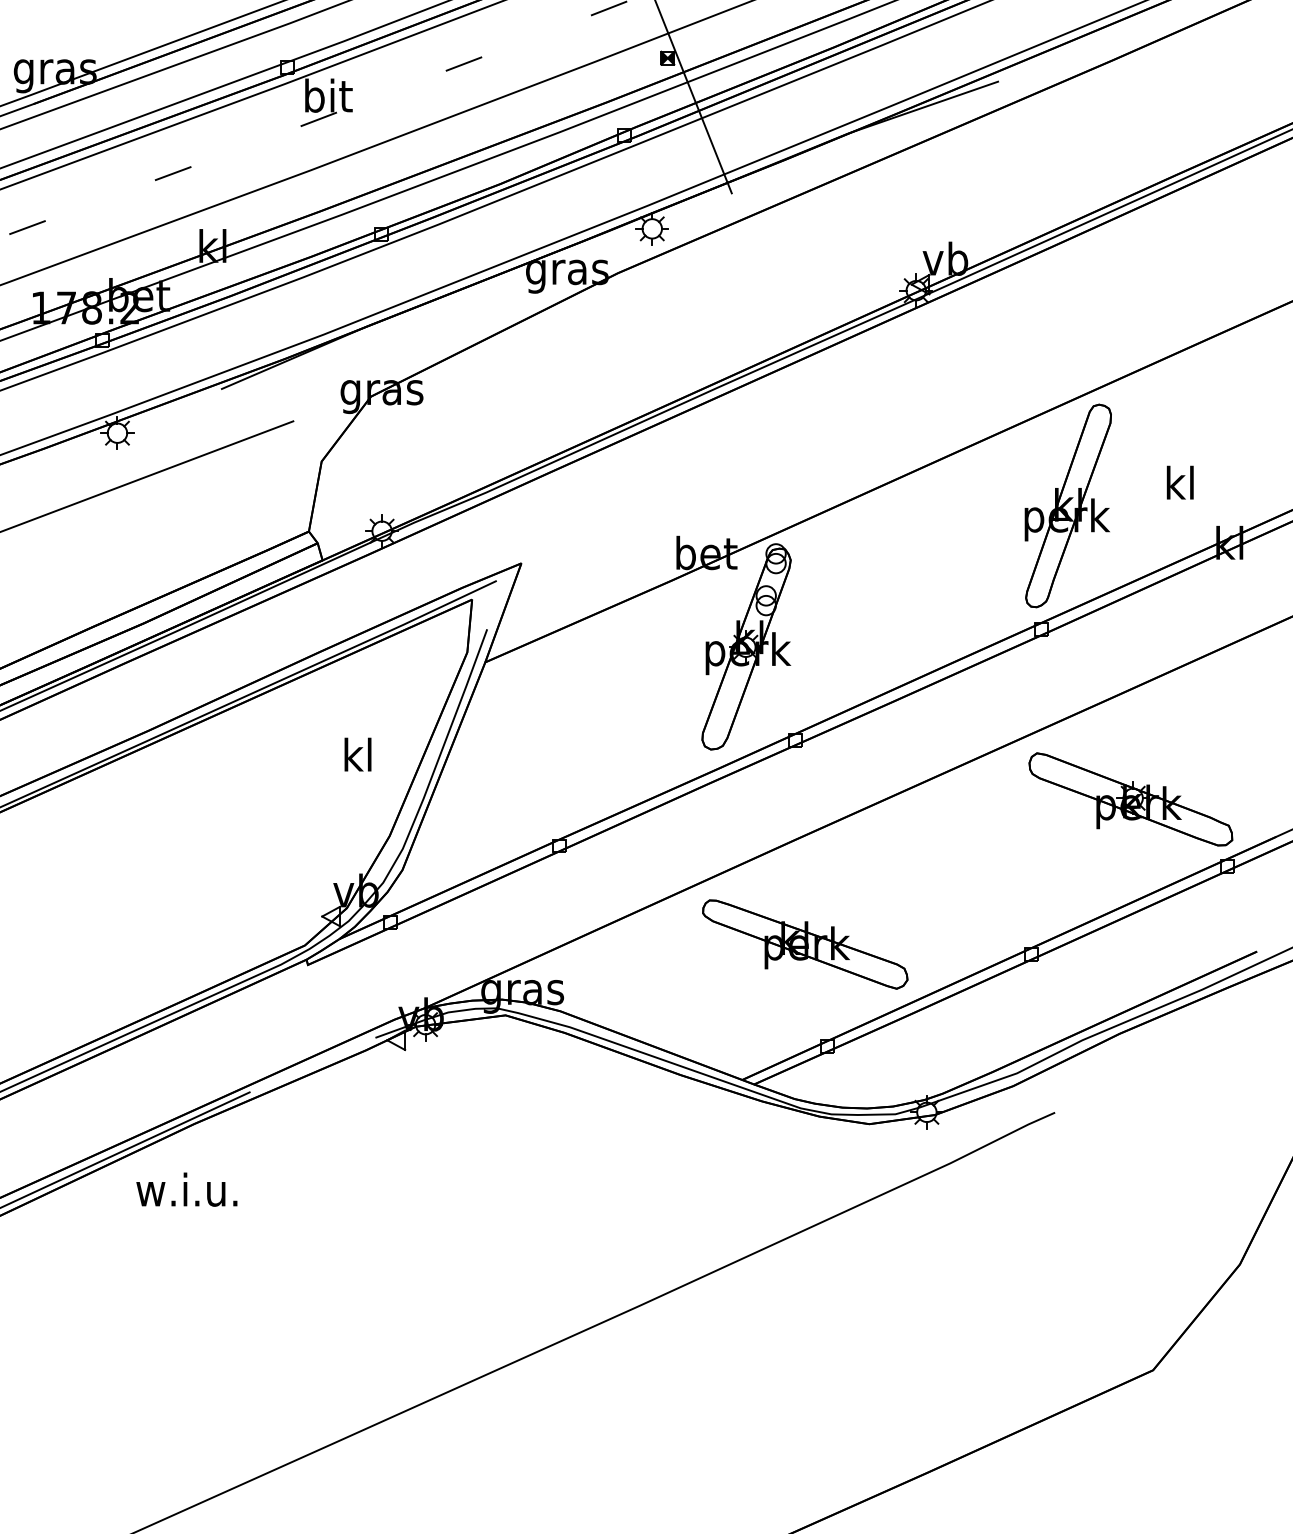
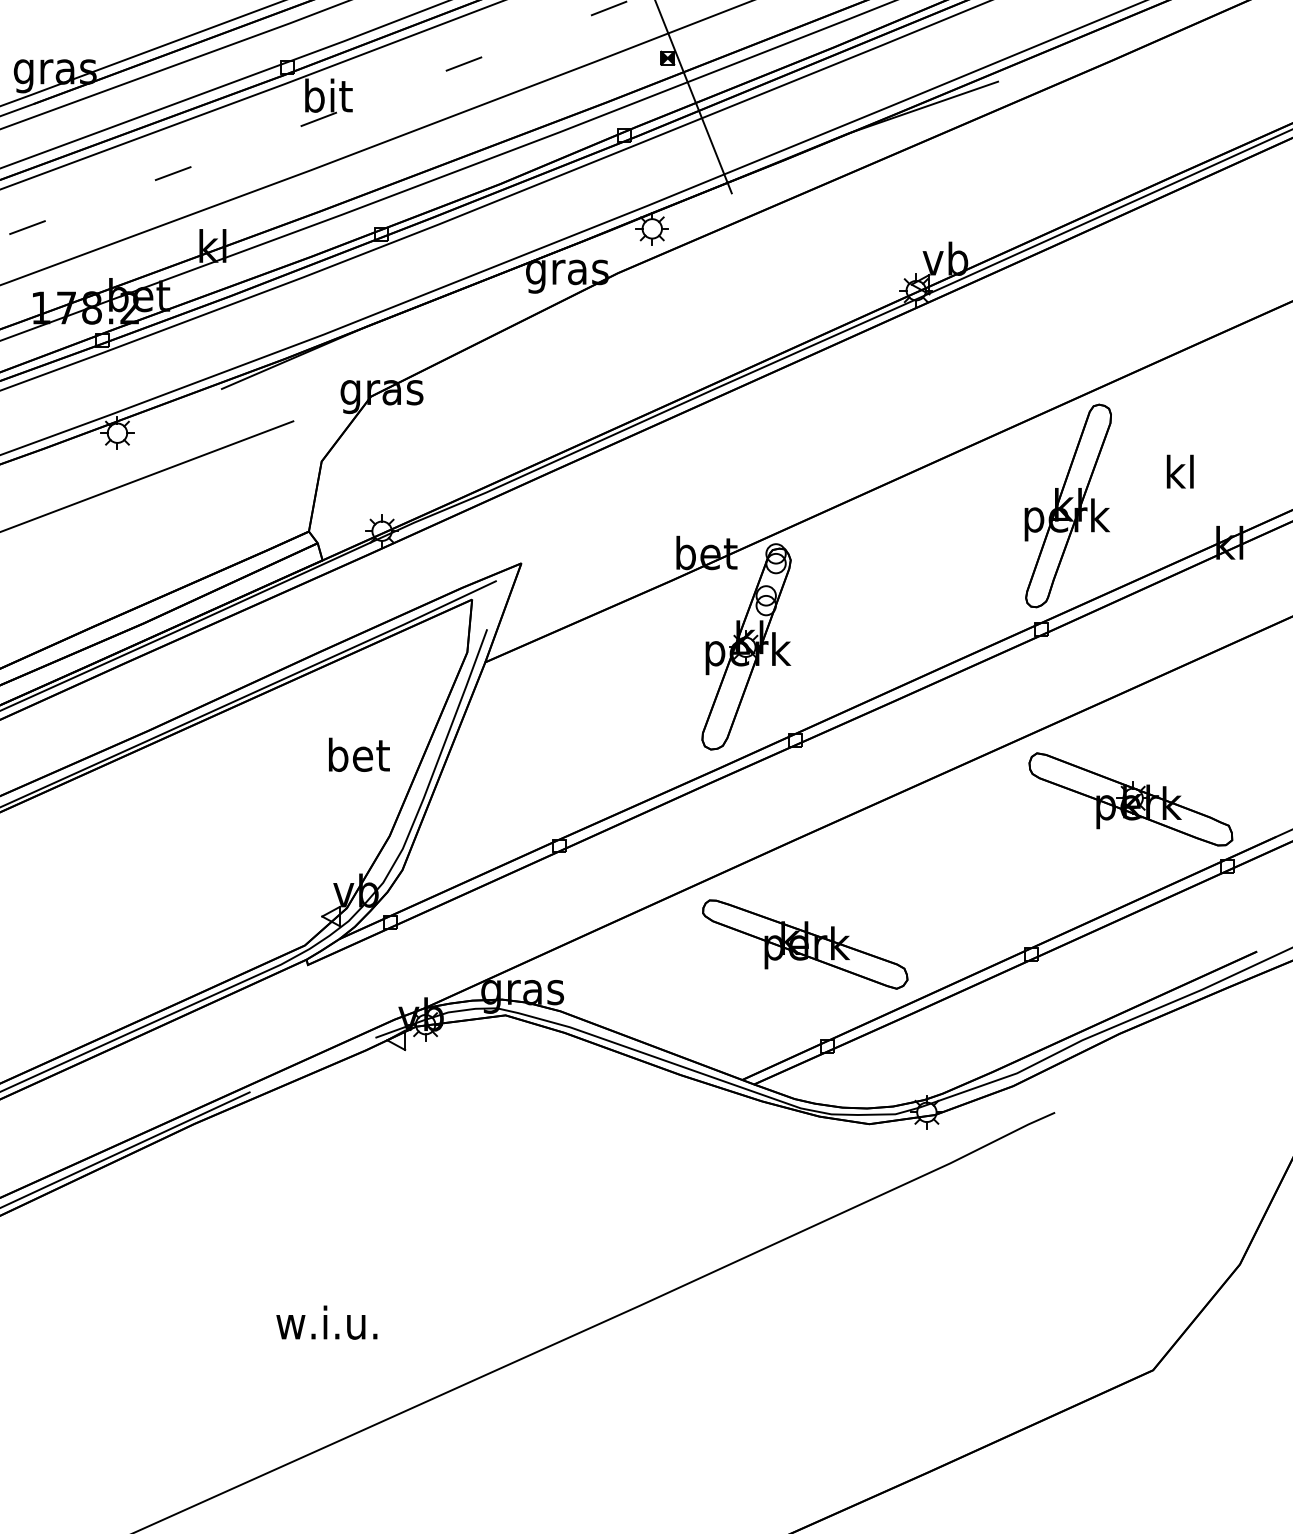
text at (1179, 482) position: (1179, 482) -> (1179, 471)
text at (359, 754): kl -> bet
text at (186, 1189) position: (186, 1189) -> (326, 1322)
